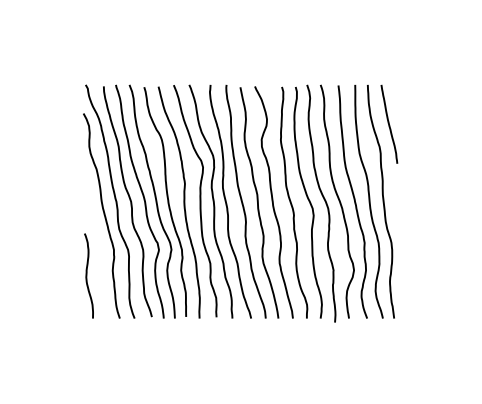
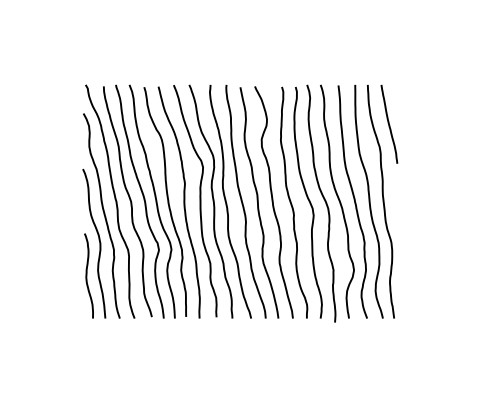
curve at (98, 240): none -> present
